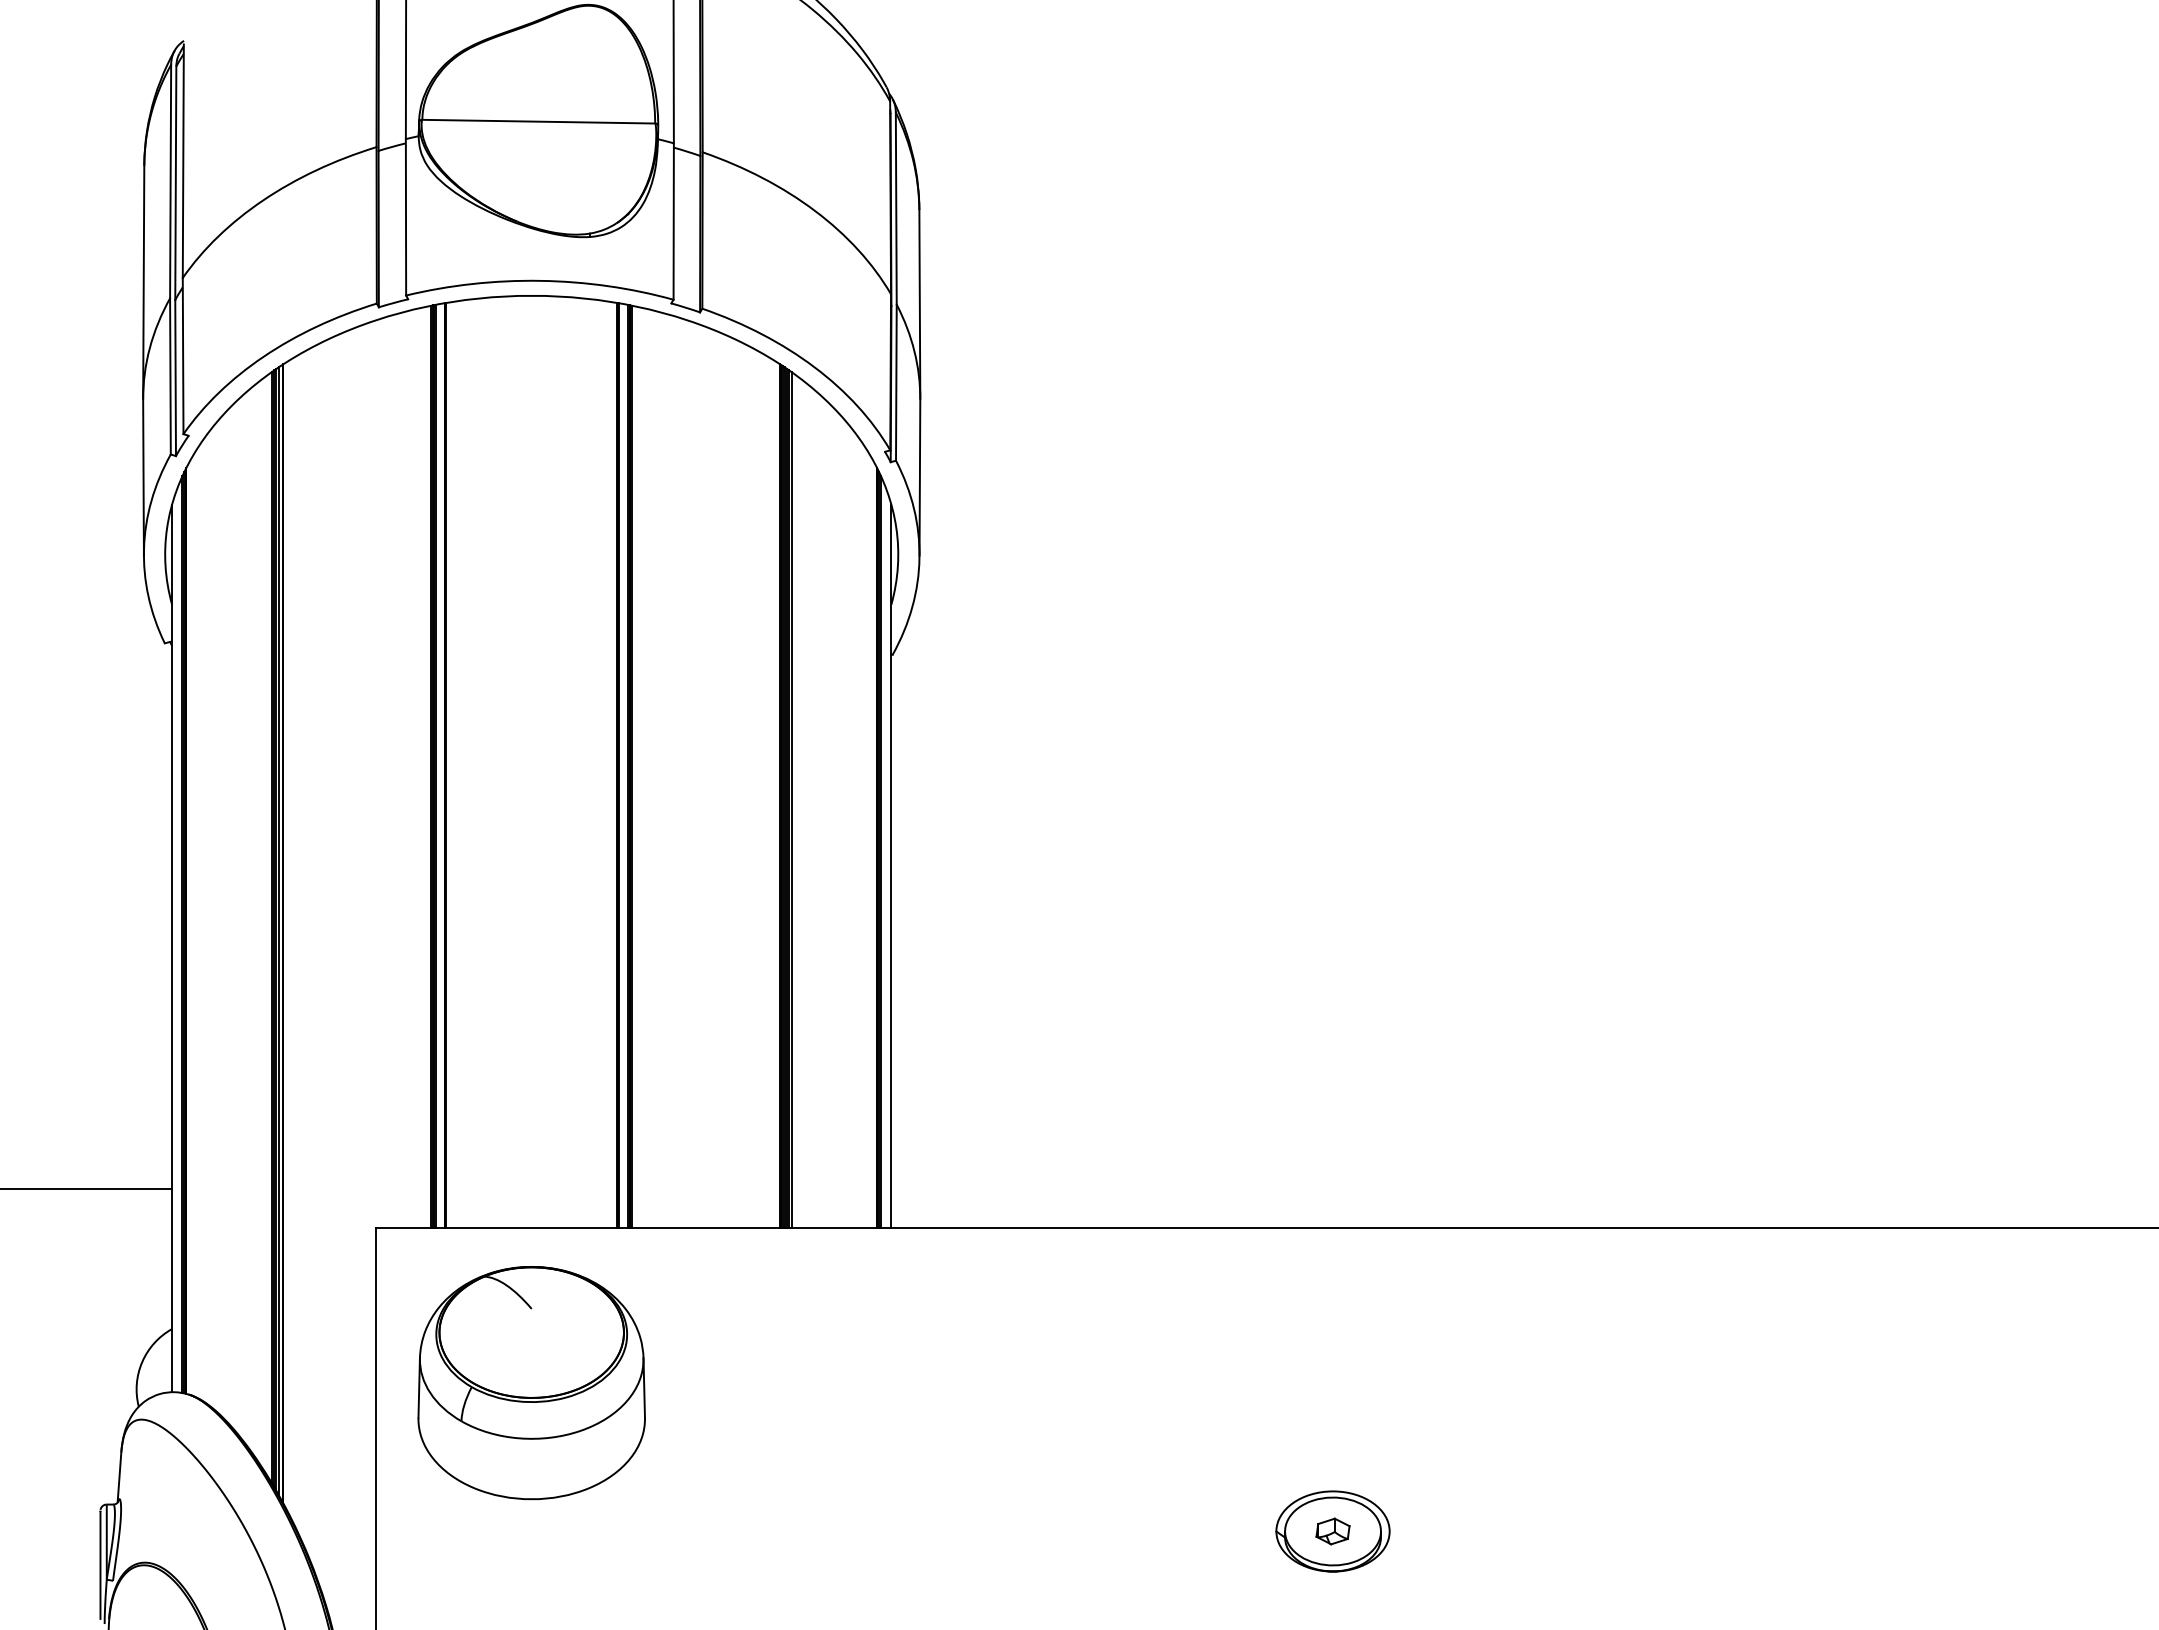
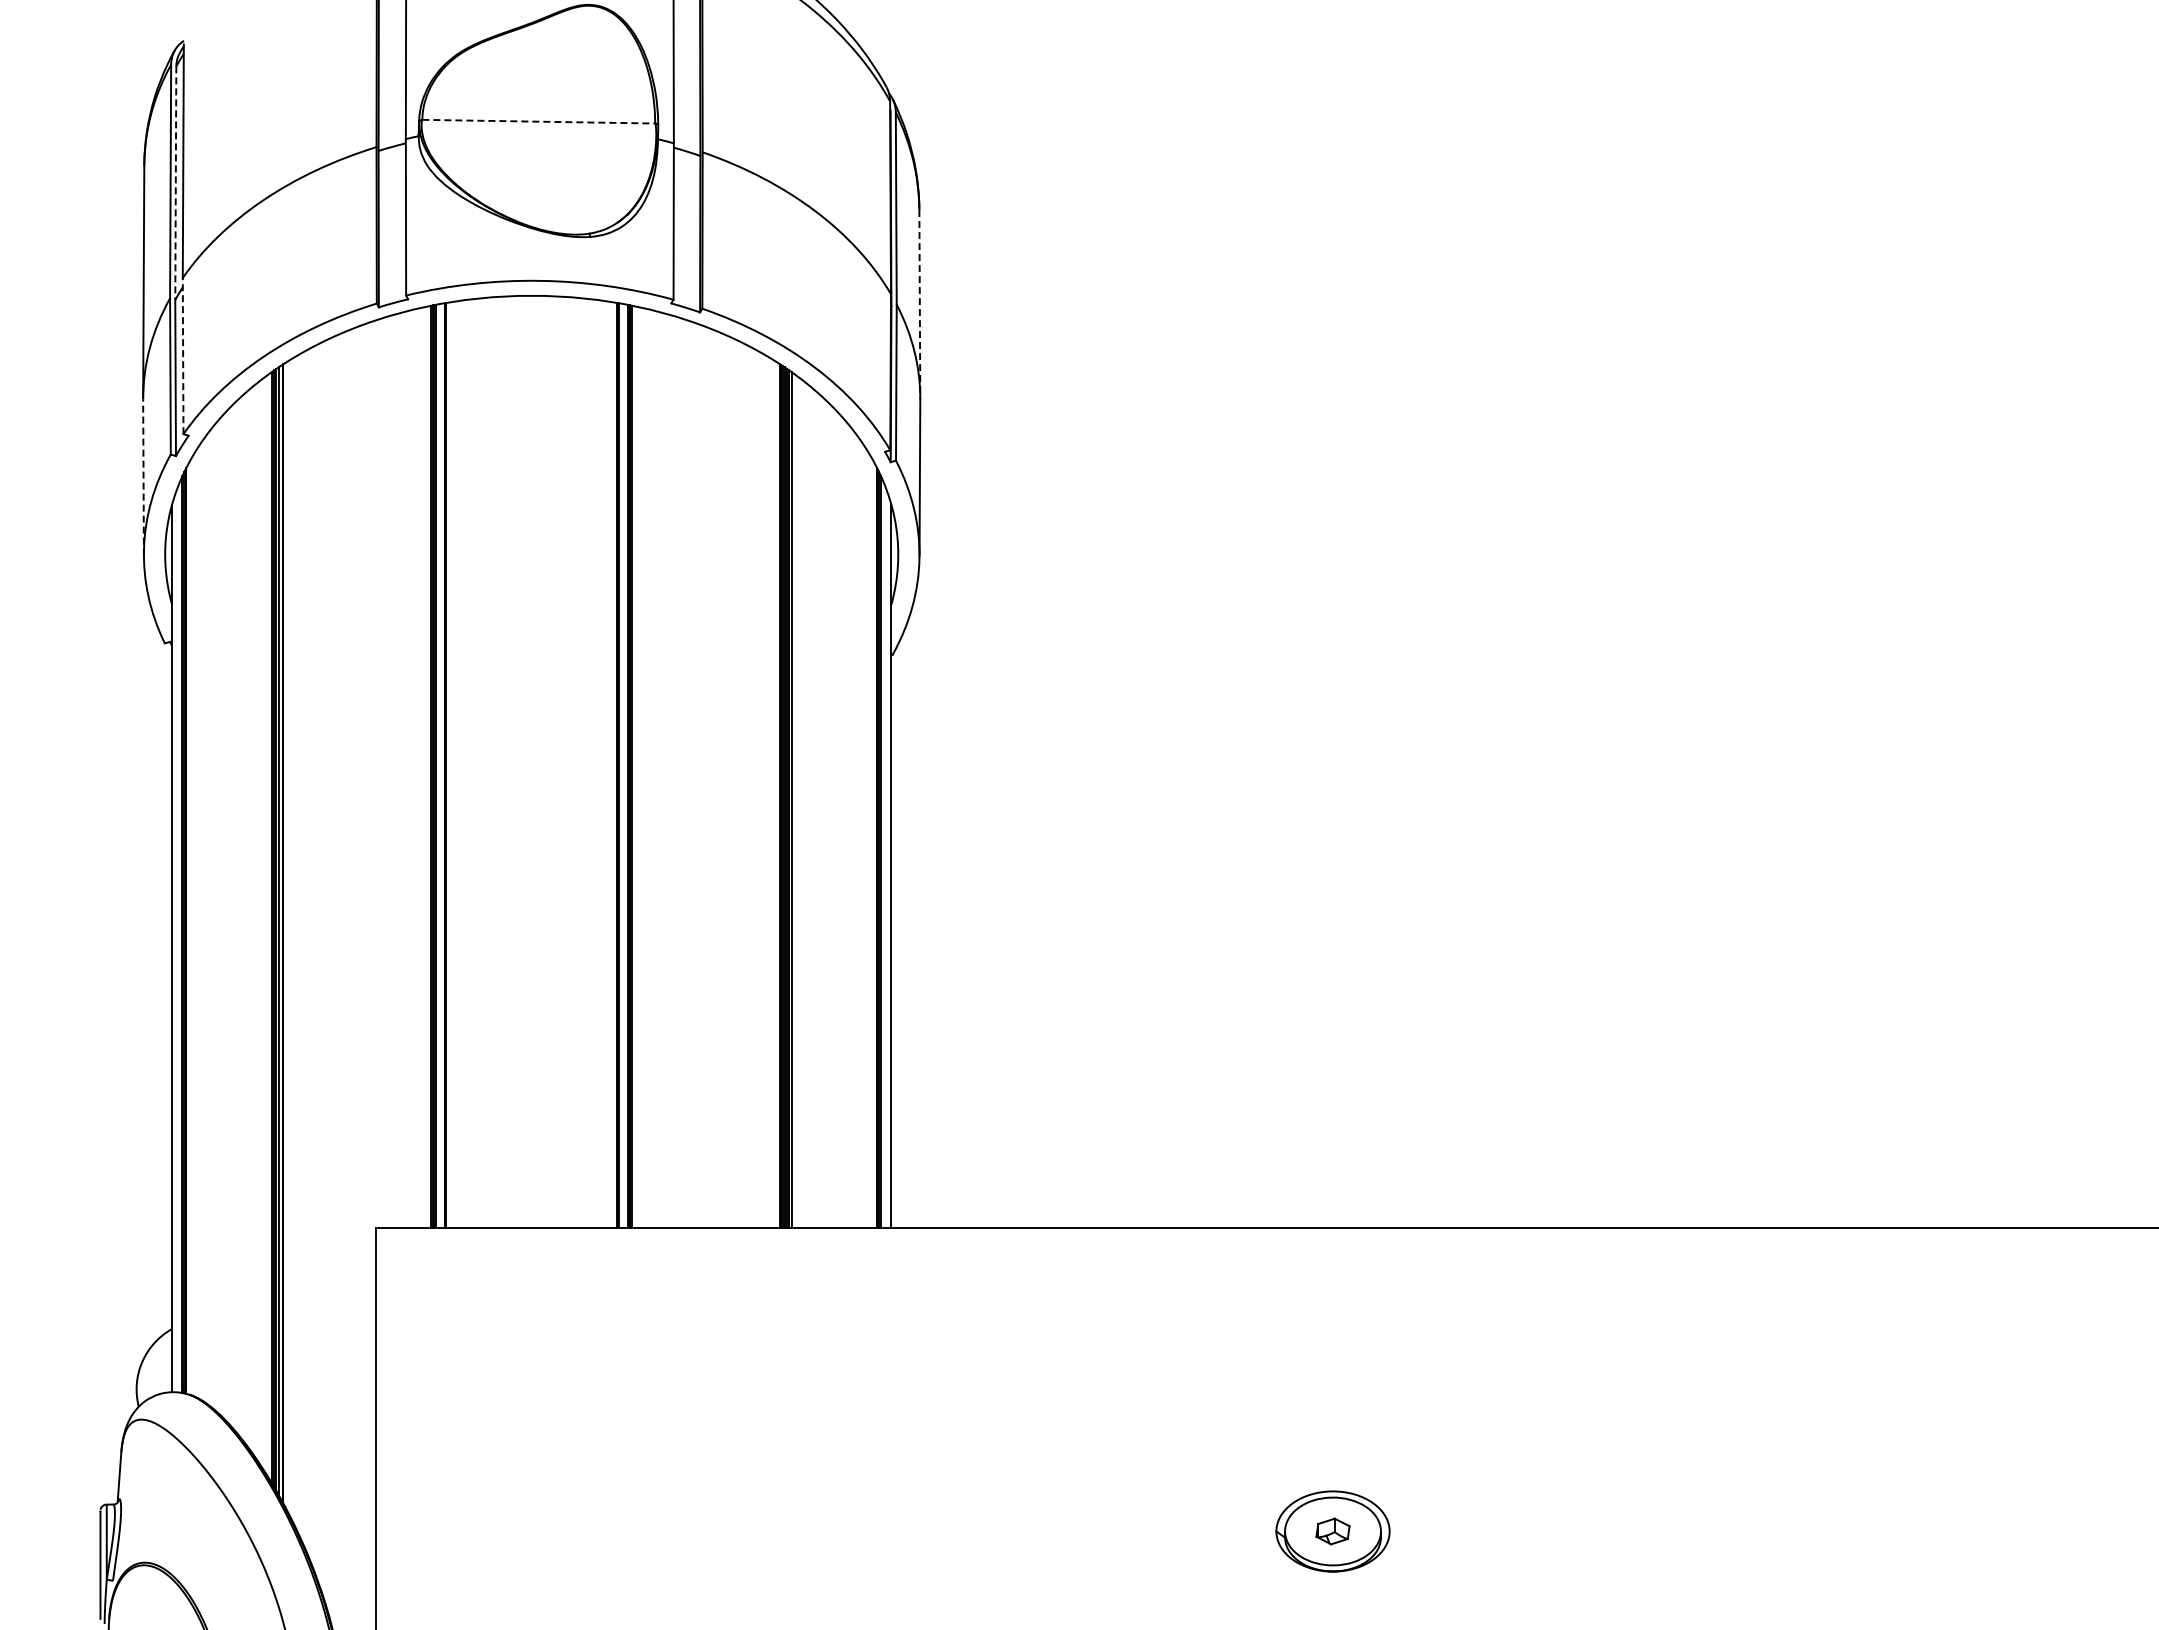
line at (539, 121): solid -> dashed
line at (175, 183): solid -> dashed
line at (919, 303): solid -> dashed
line at (183, 355): solid -> dashed
line at (143, 477): solid -> dashed
line at (87, 1189): present -> none
part at (531, 1383): present -> none
